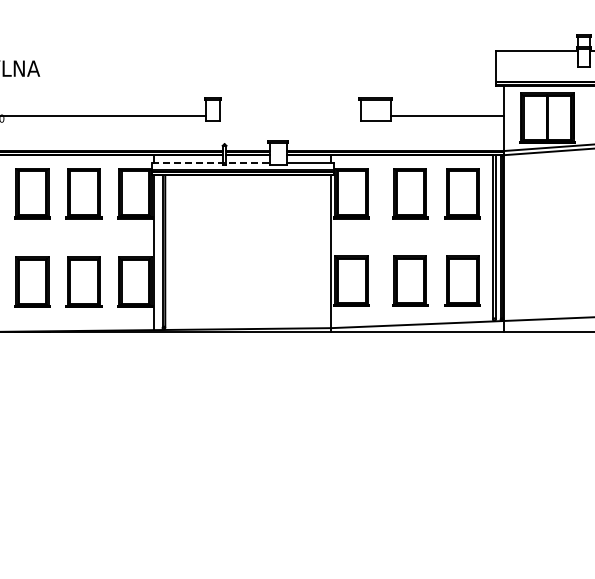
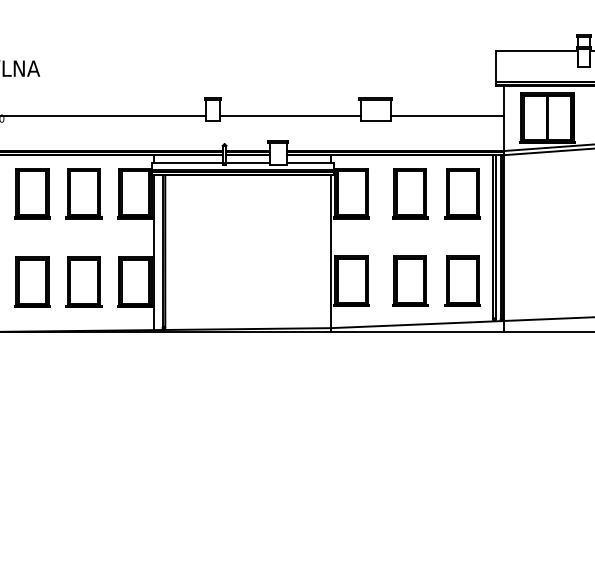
line at (289, 115): none -> present
line at (211, 162): dashed -> solid
